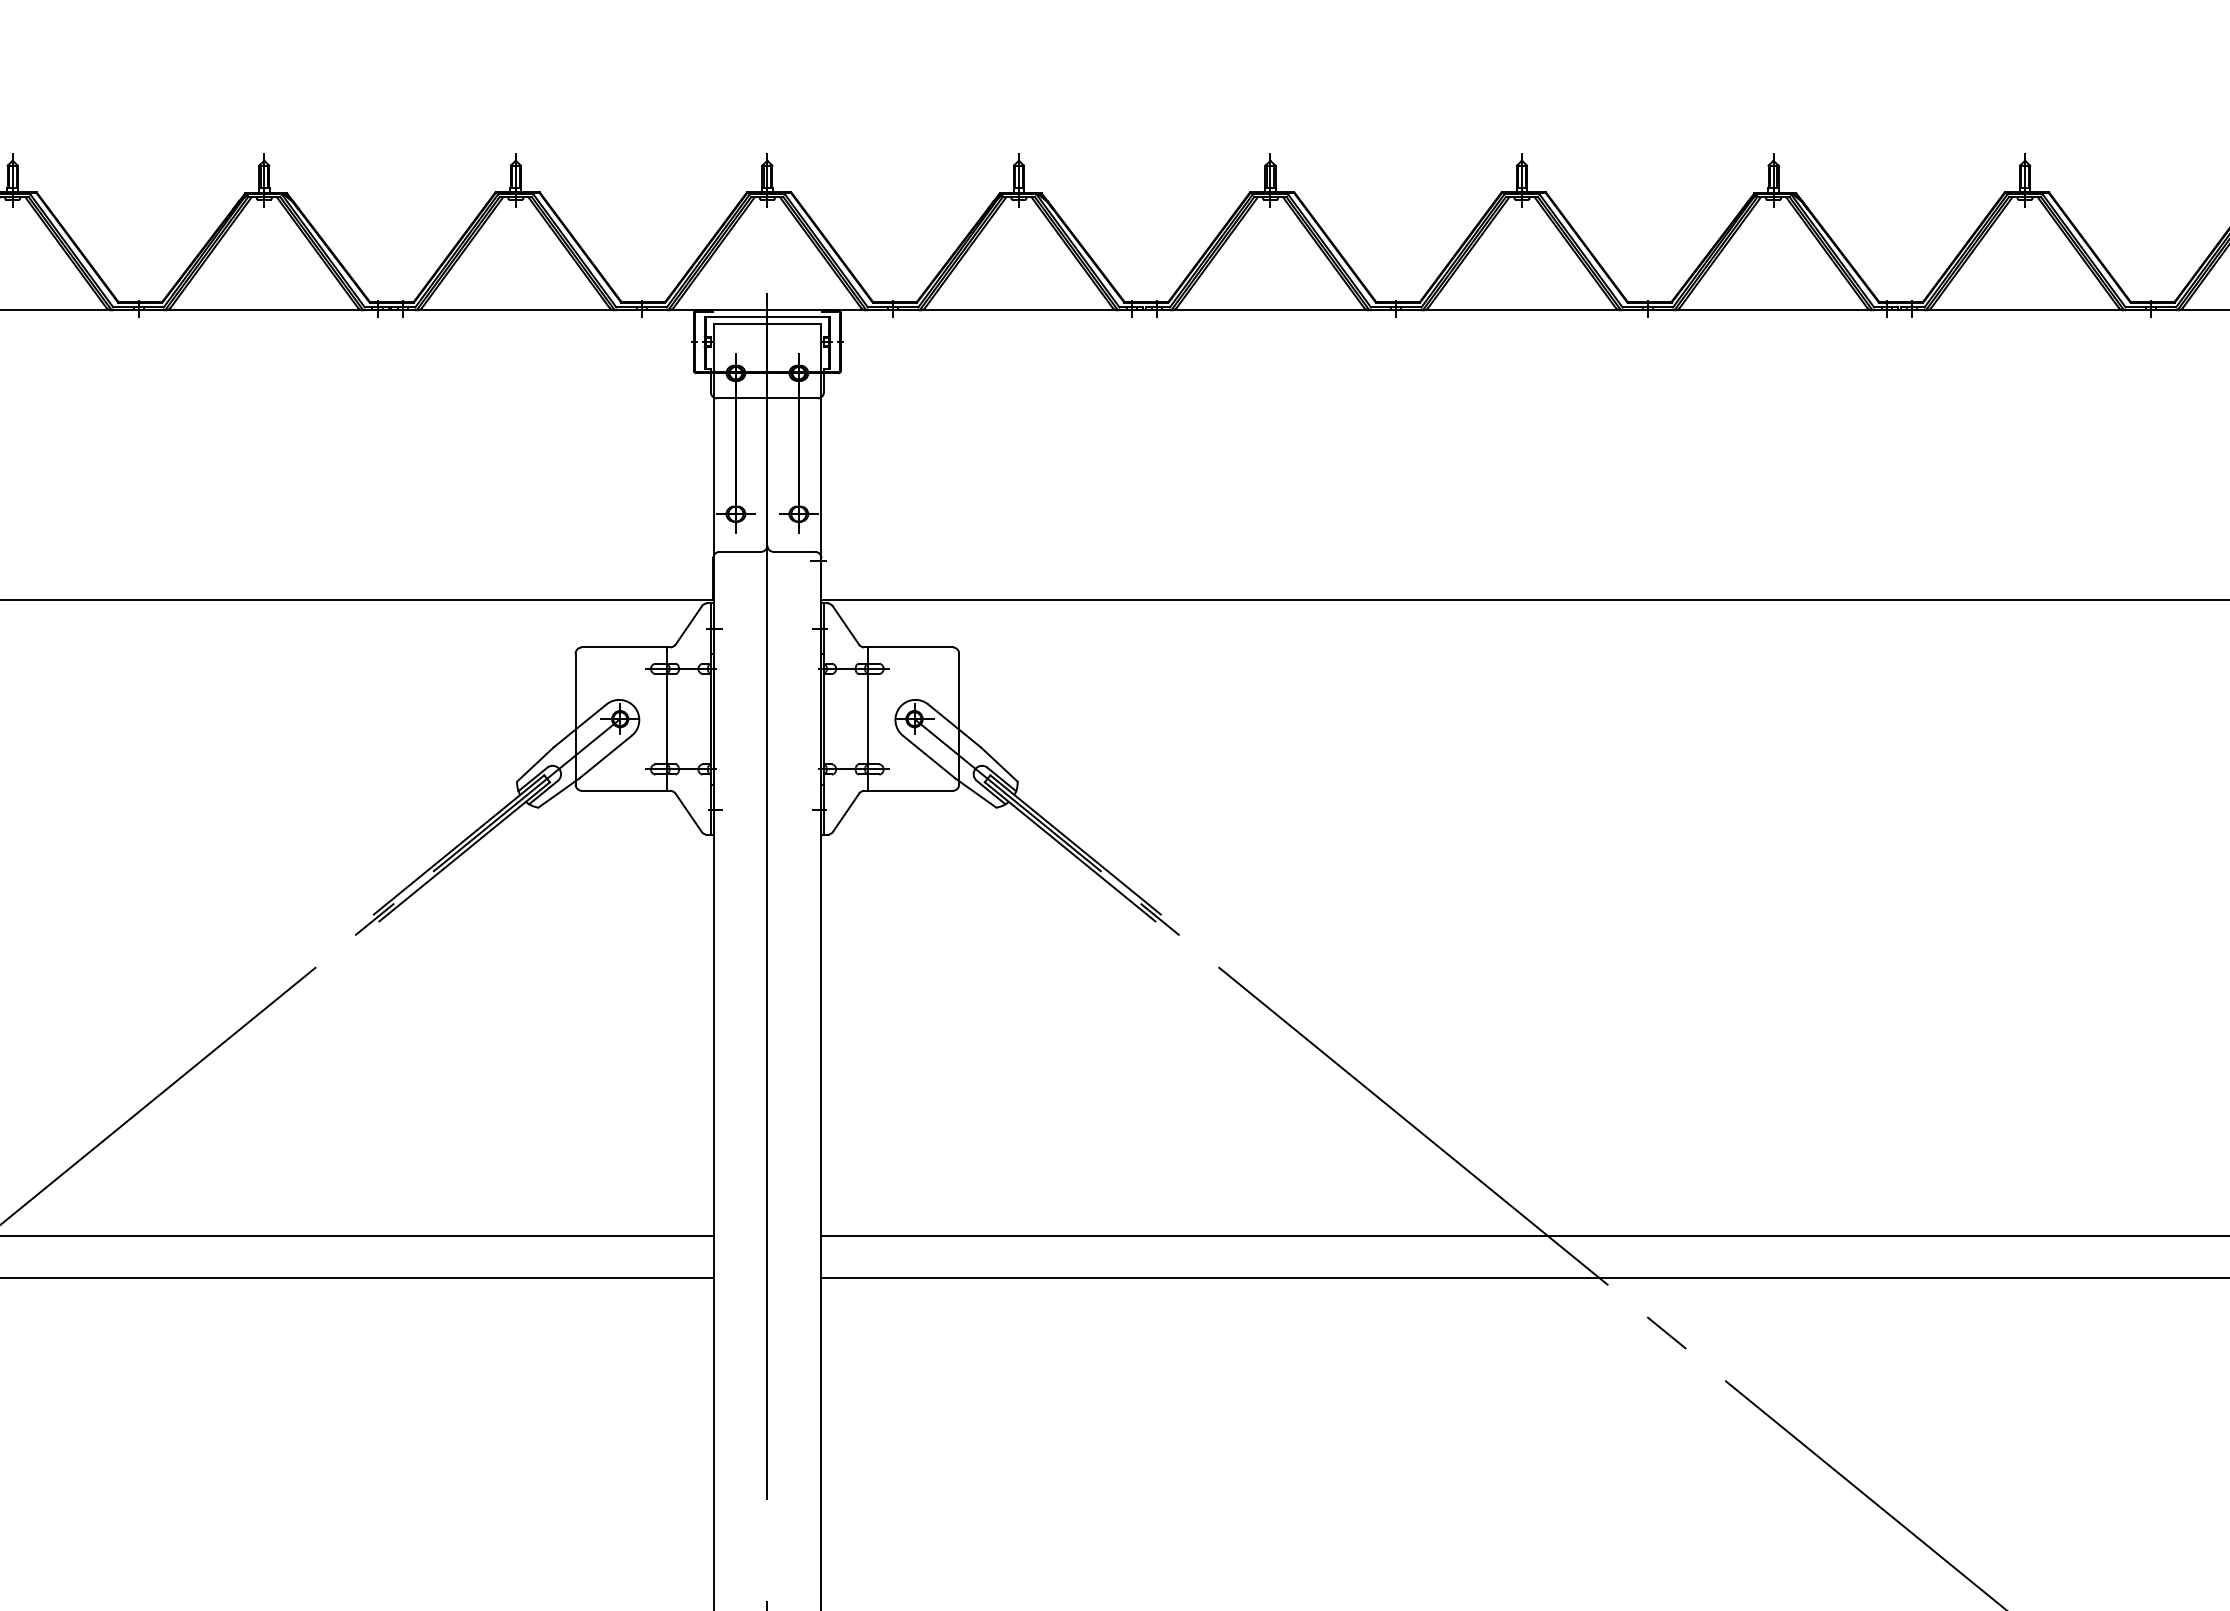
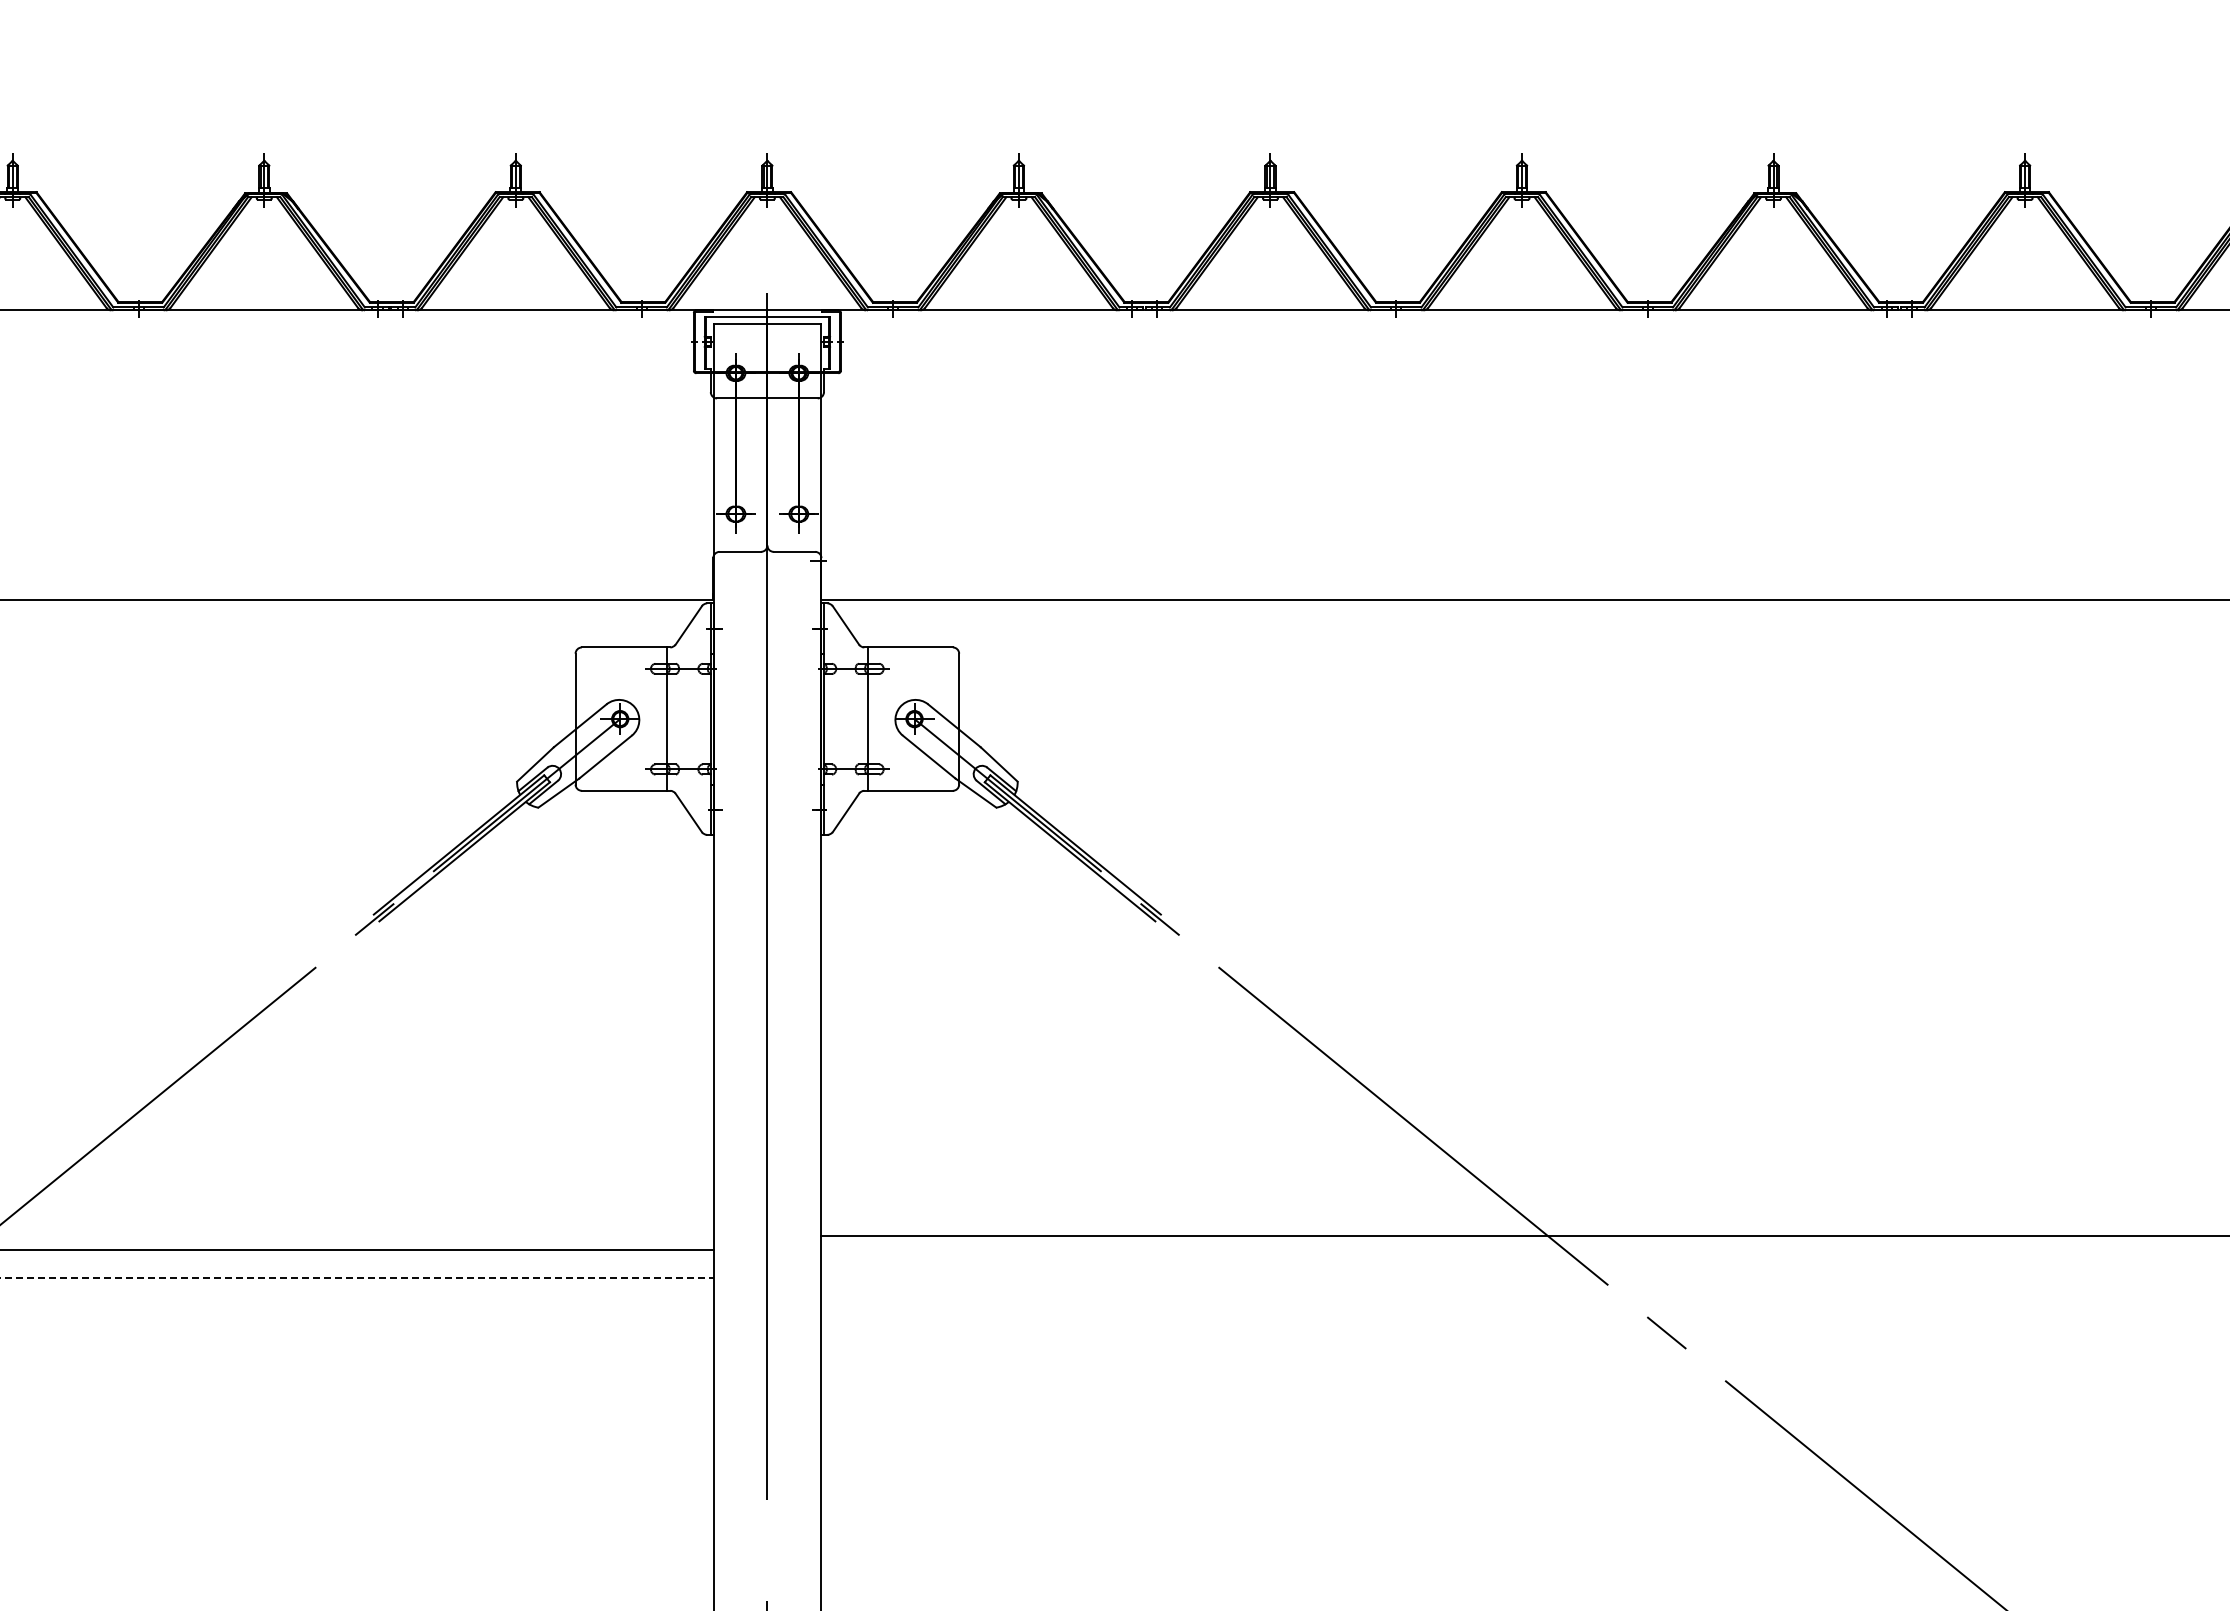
line at (357, 1236) position: (357, 1236) -> (357, 1250)
line at (356, 1277): solid -> dashed
line at (1523, 1277): present -> none
